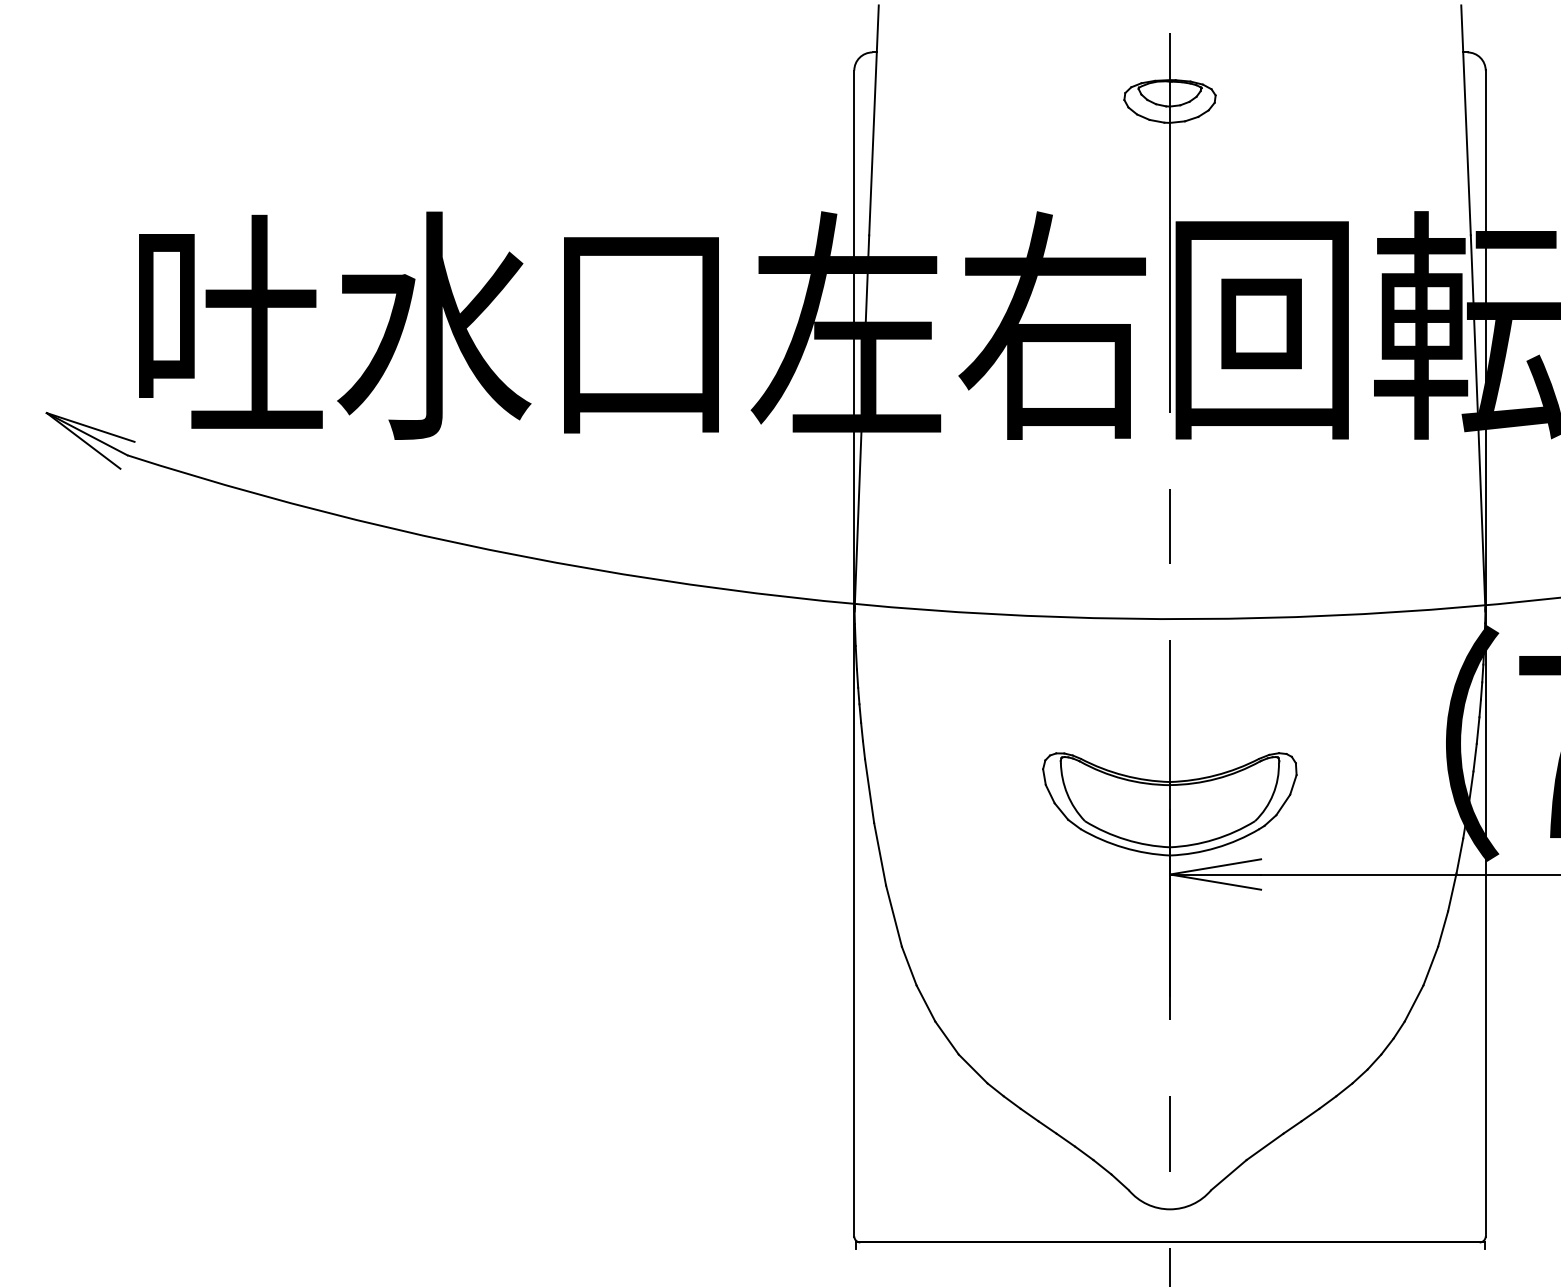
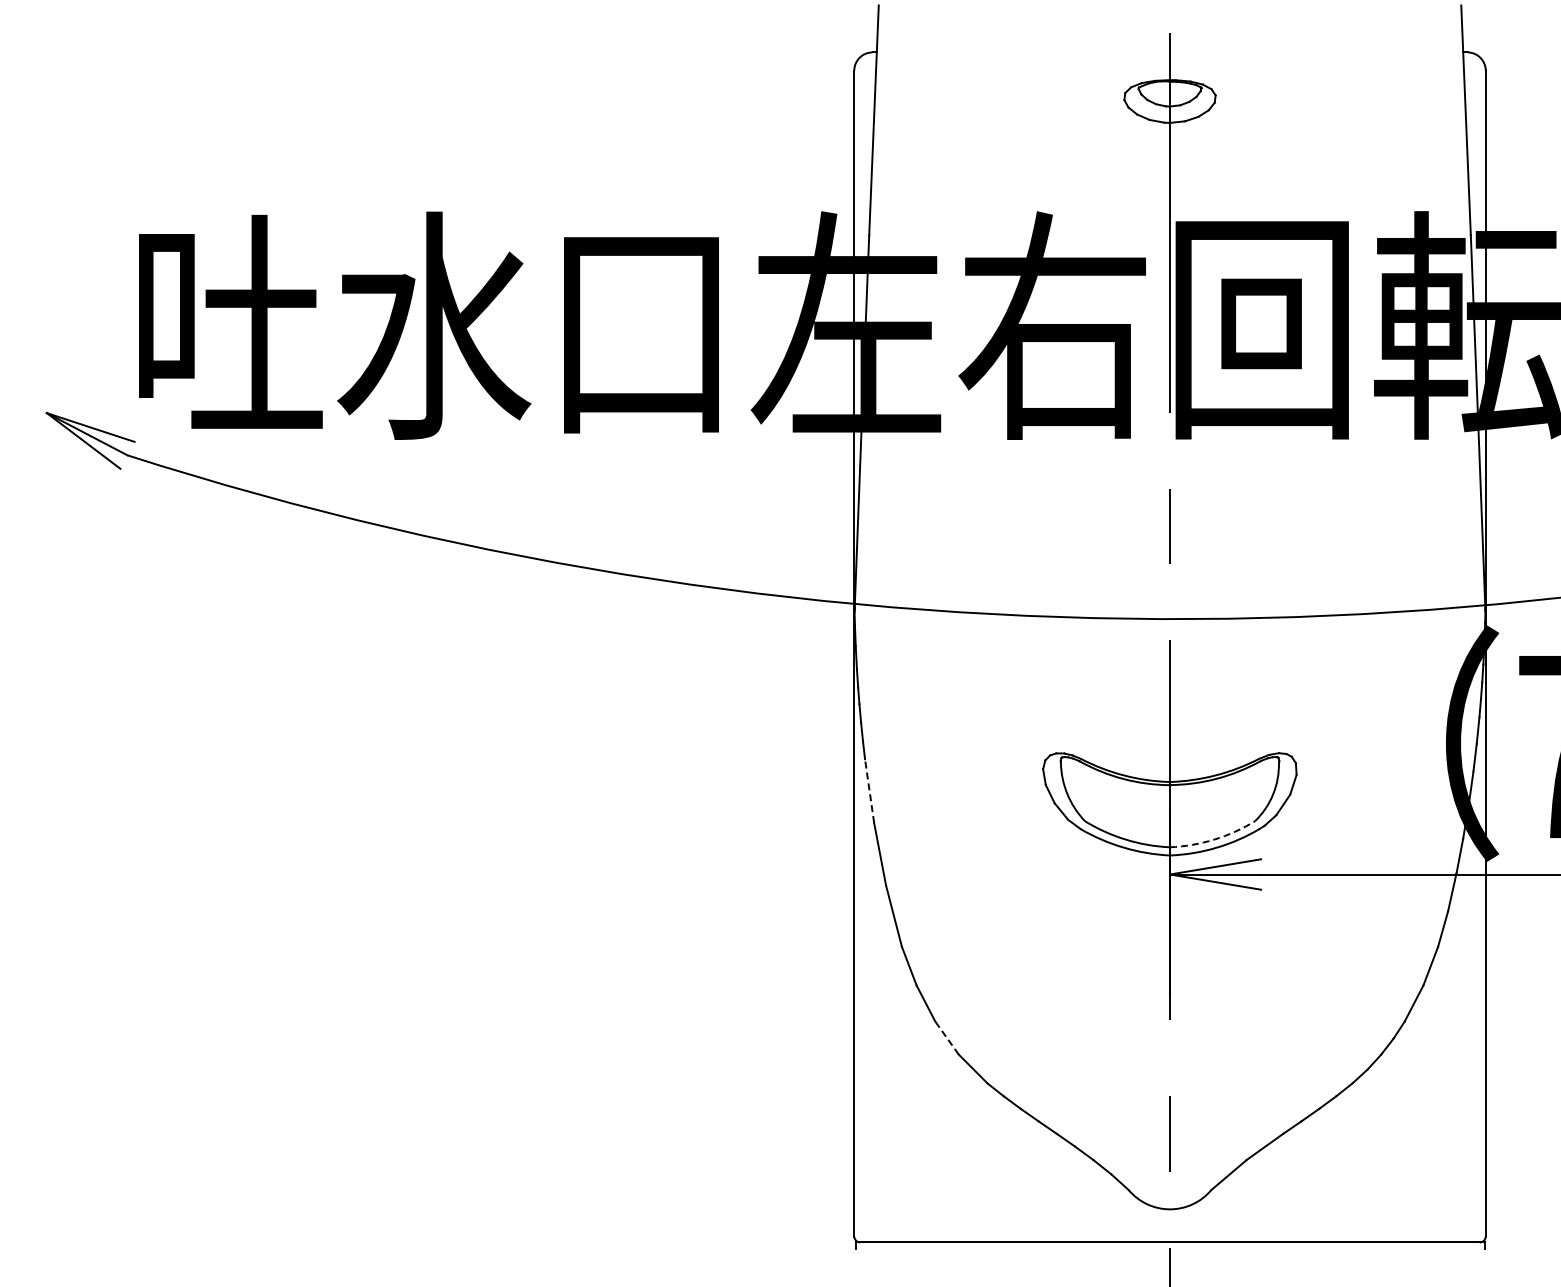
line at (869, 790): solid -> dashed
arc at (1214, 839): solid -> dashed
line at (946, 1037): solid -> dashed
